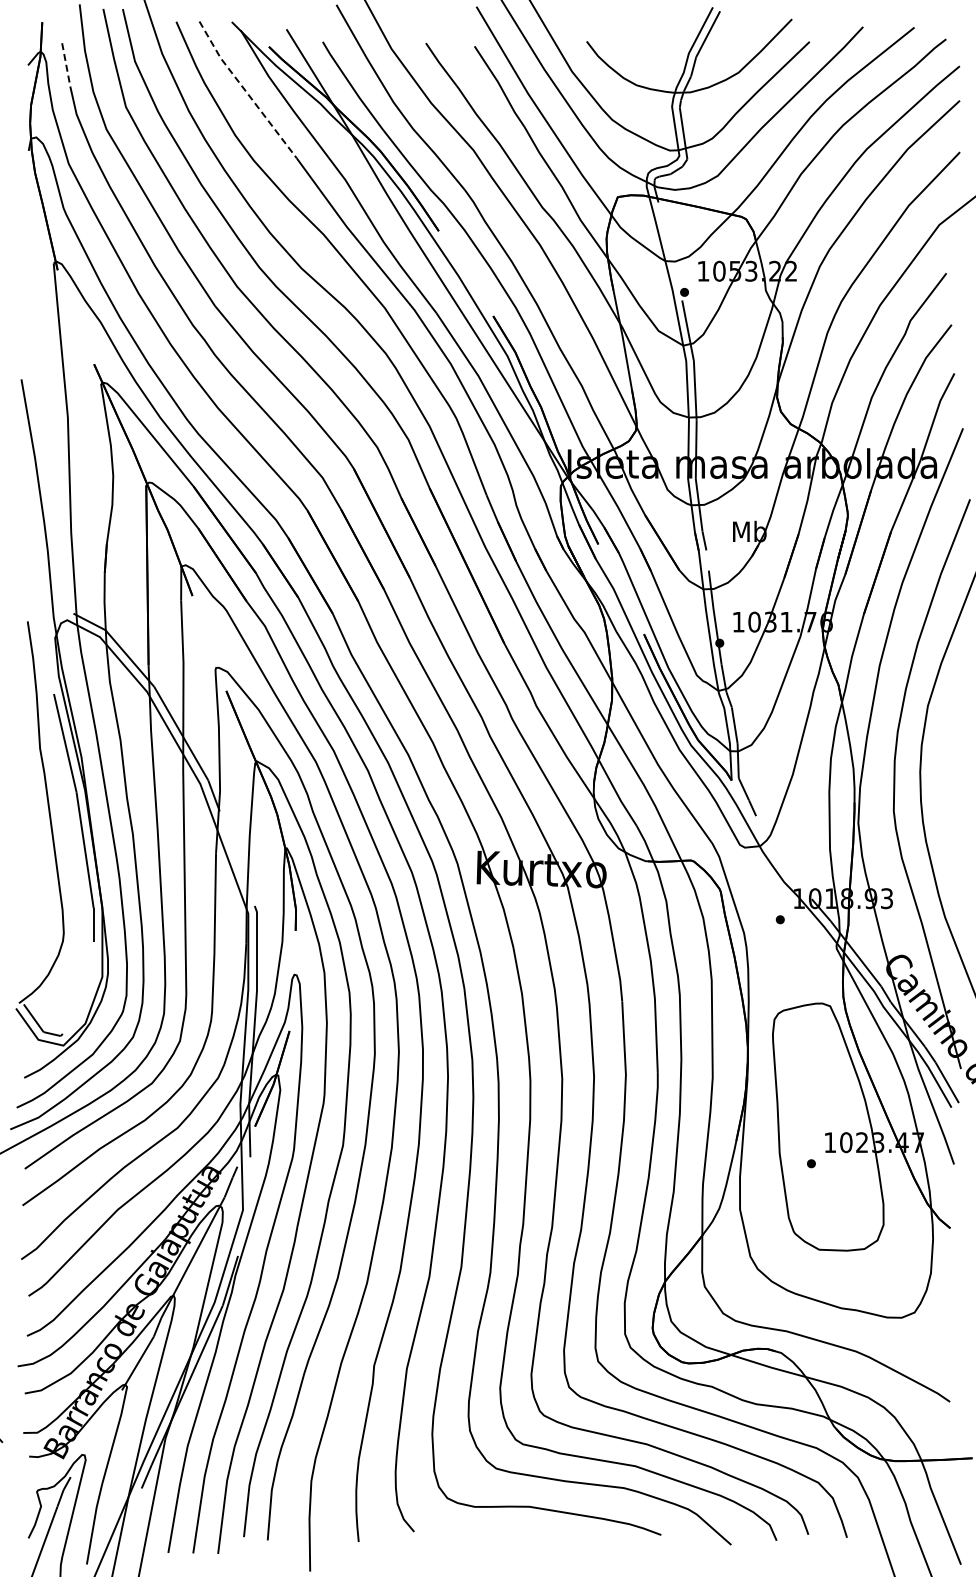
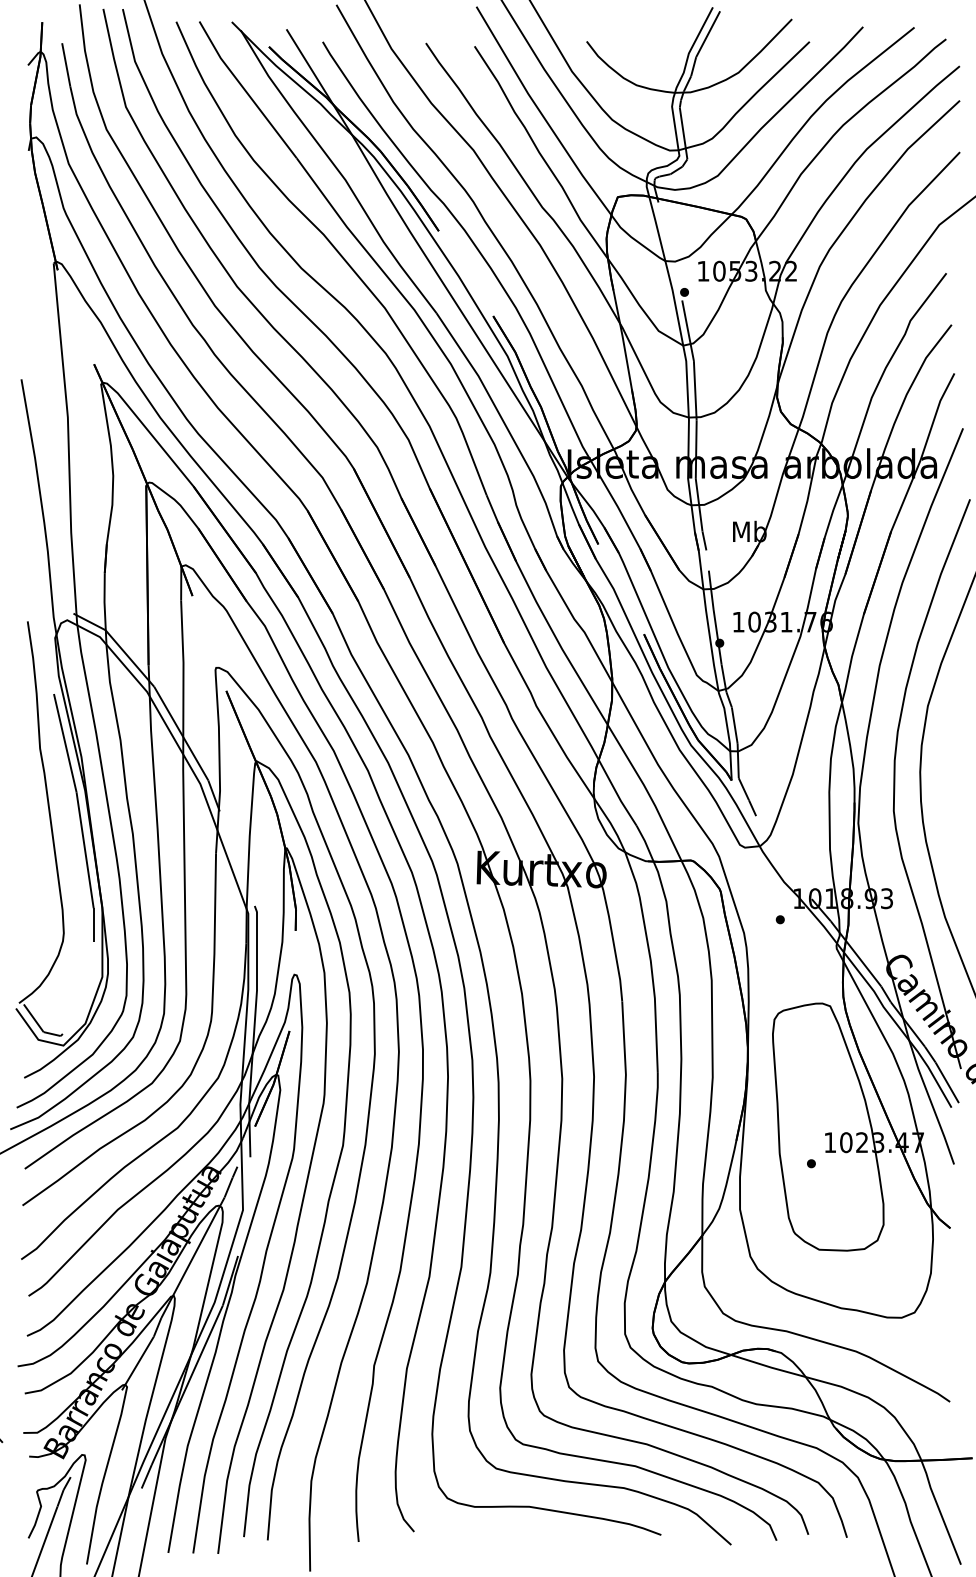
line at (66, 65): dashed -> solid
line at (245, 90): dashed -> solid
